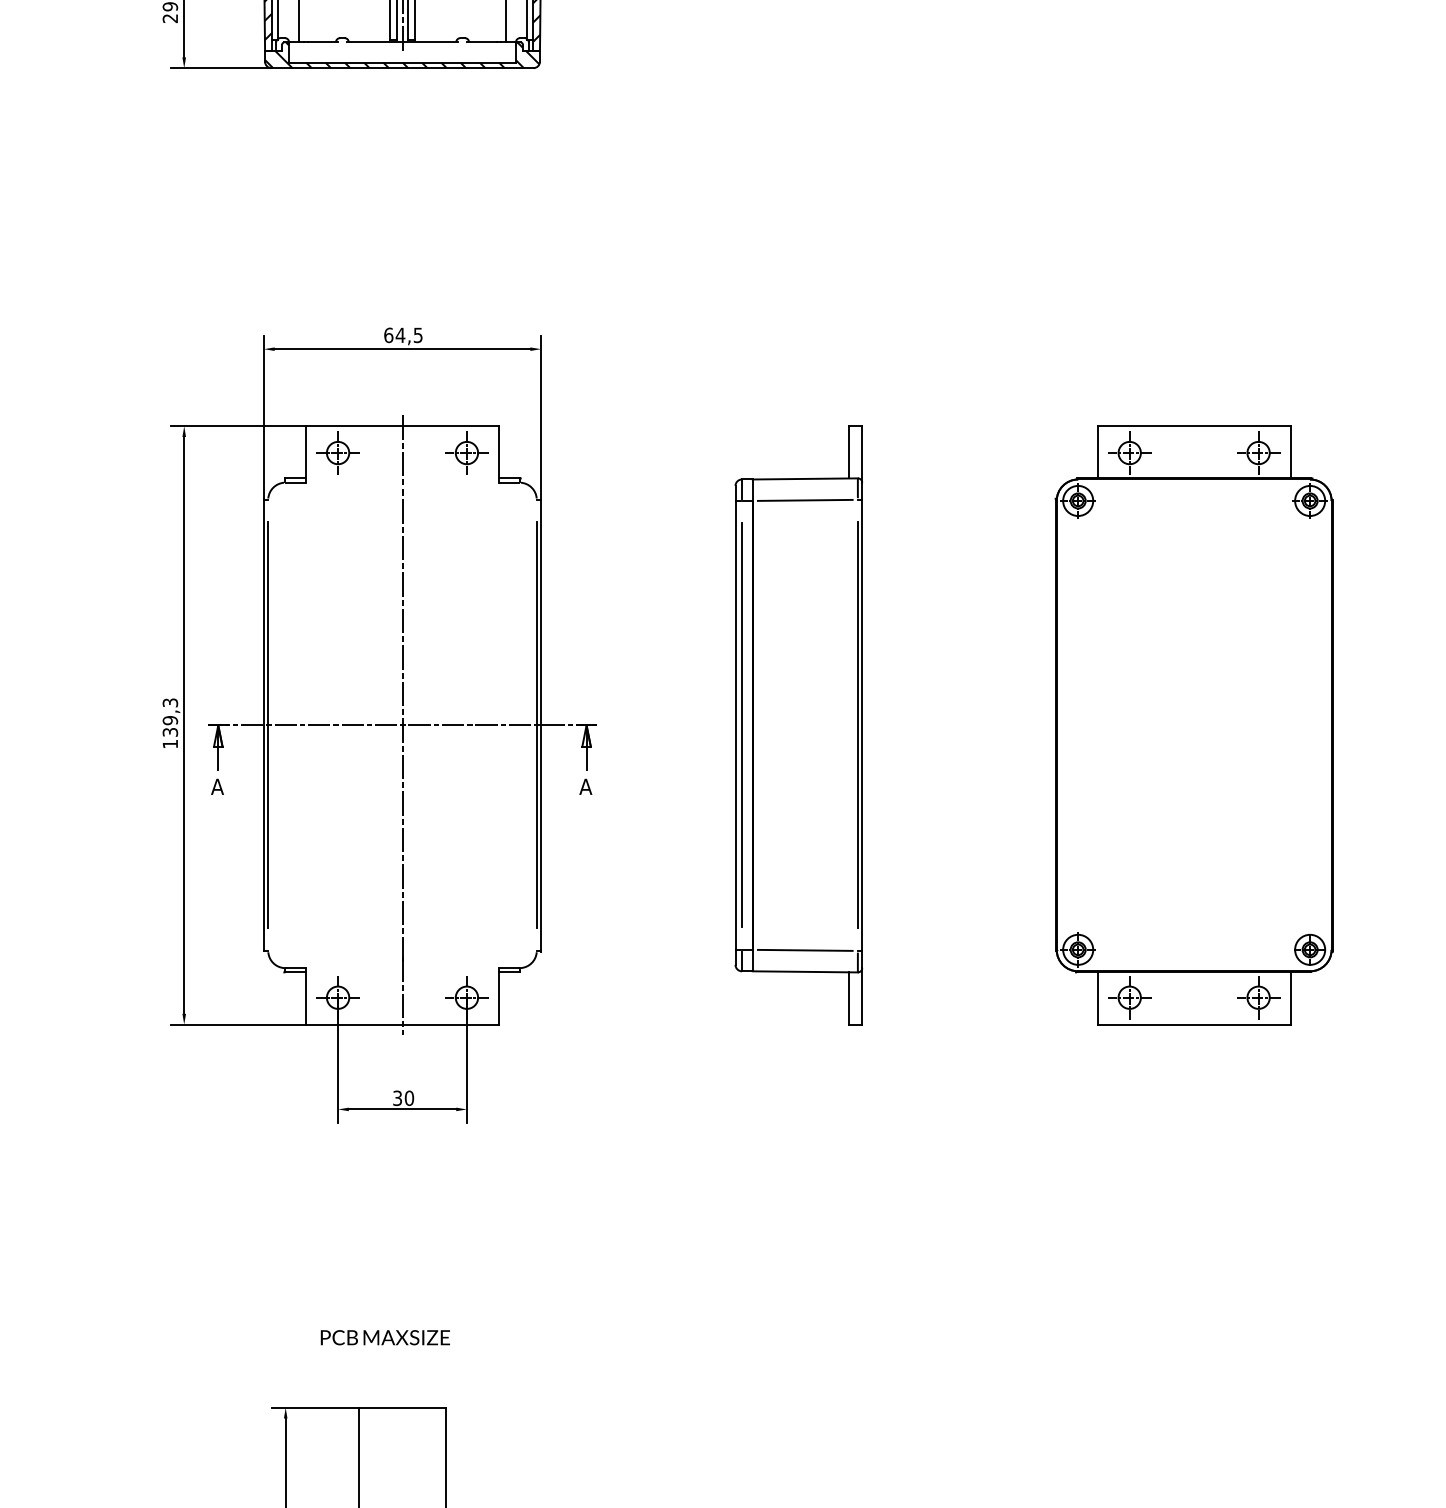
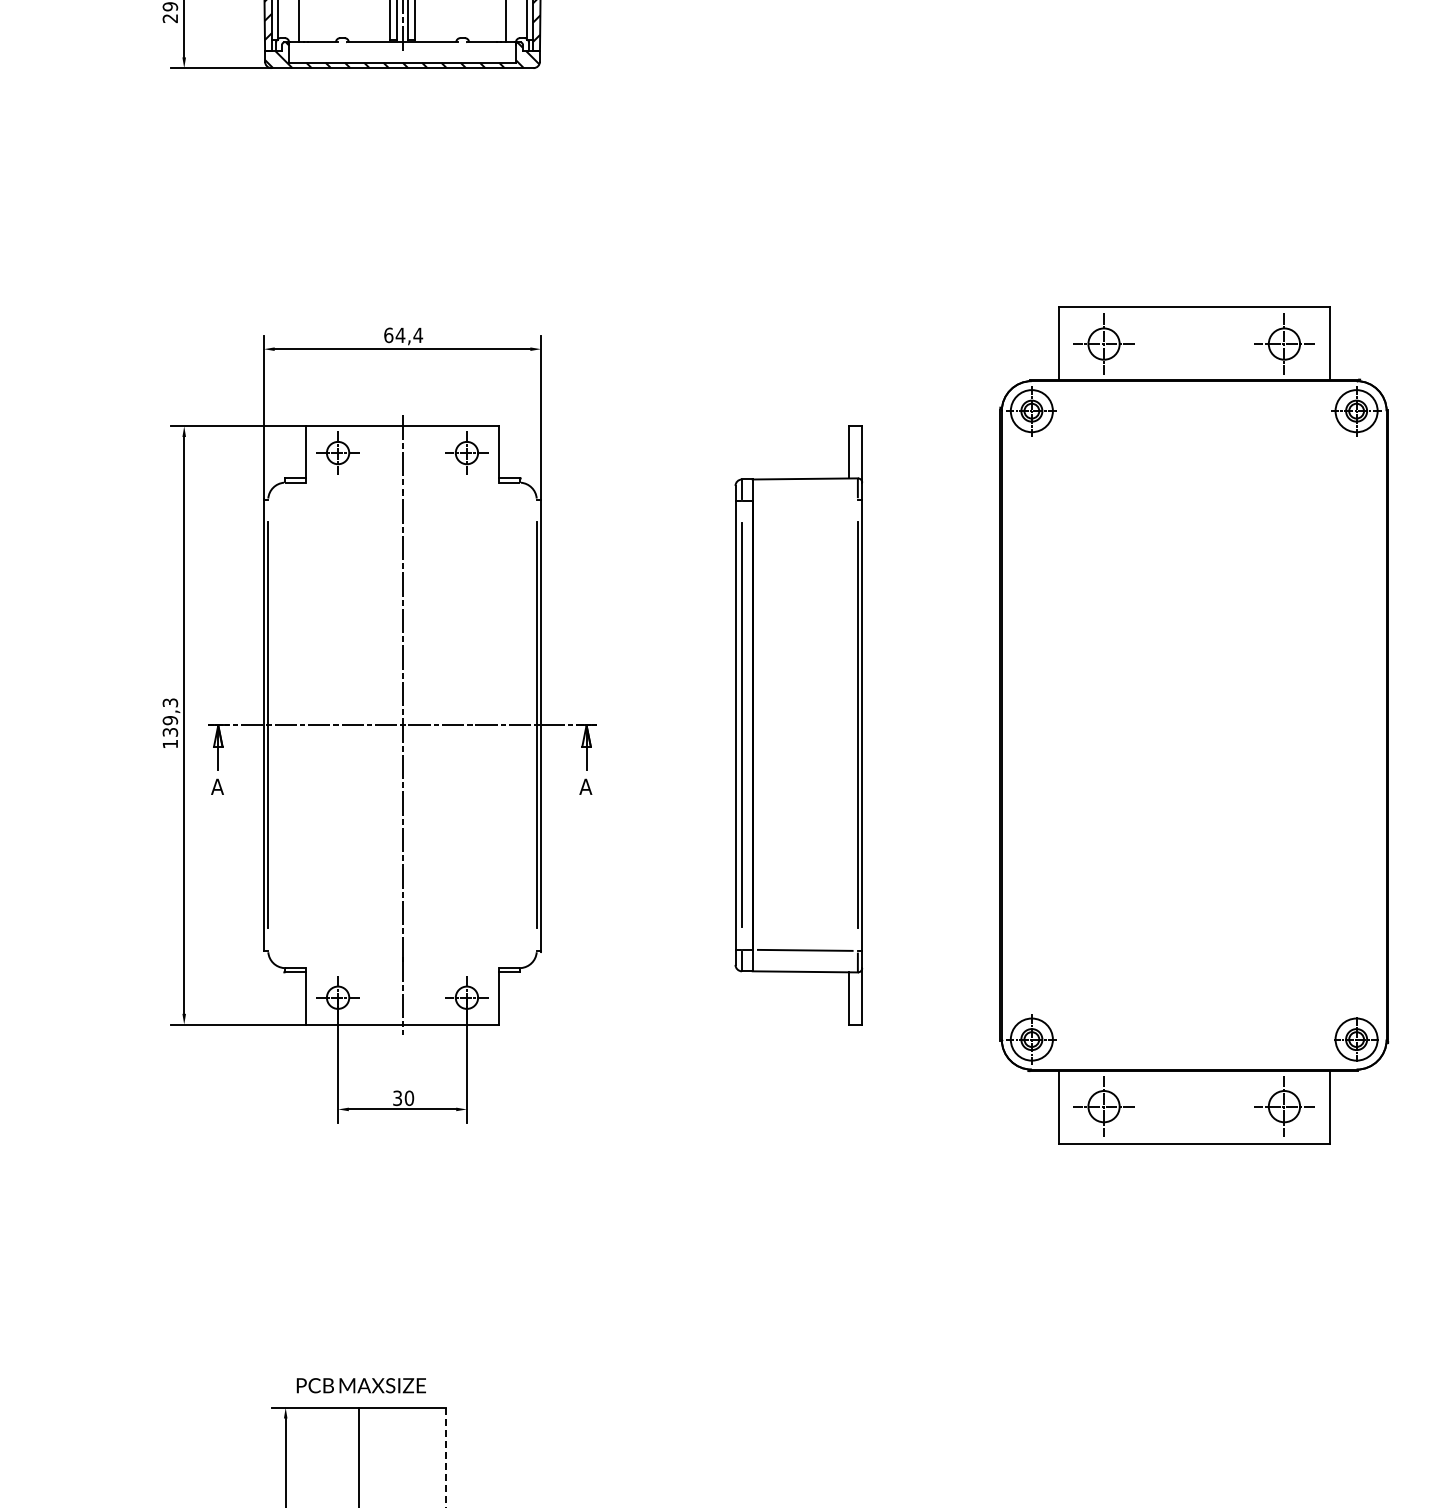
text at (418, 335): 64,5 -> 64,4
line at (804, 499): present -> none
part at (1193, 725) size: 280x601 px -> 391x839 px
text at (384, 1337) position: (384, 1337) -> (360, 1385)
line at (445, 1457): solid -> dashed
